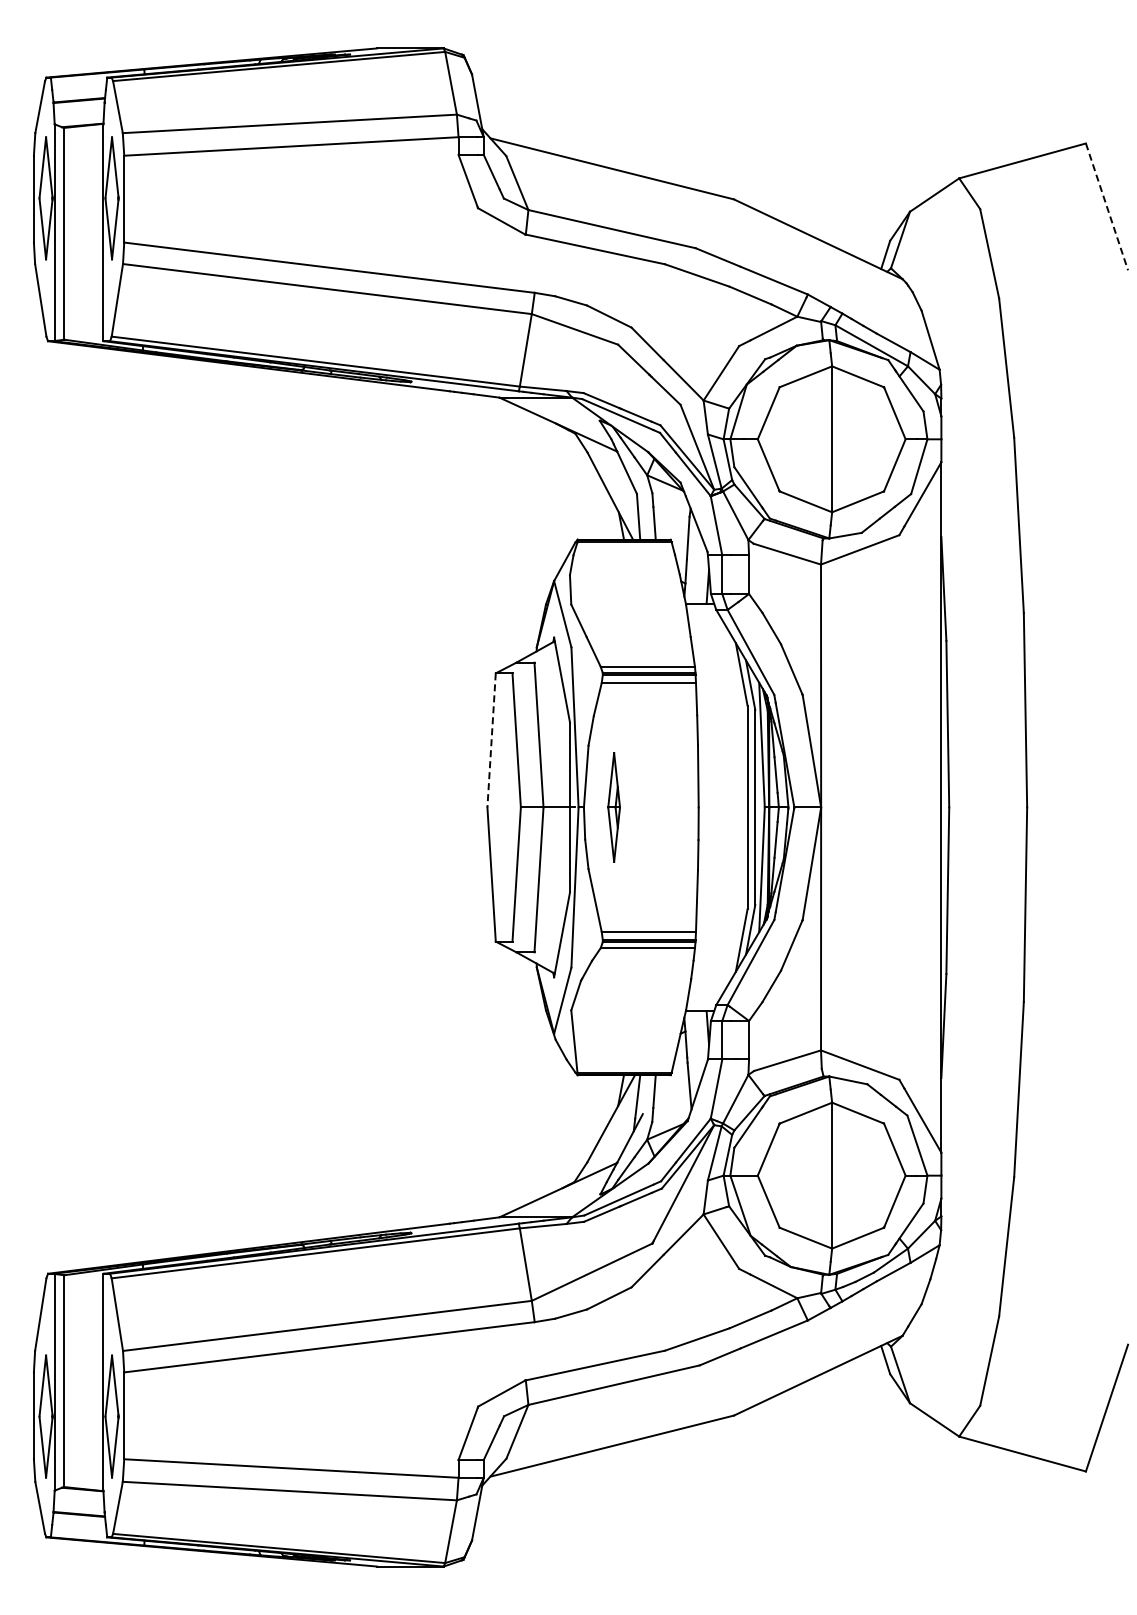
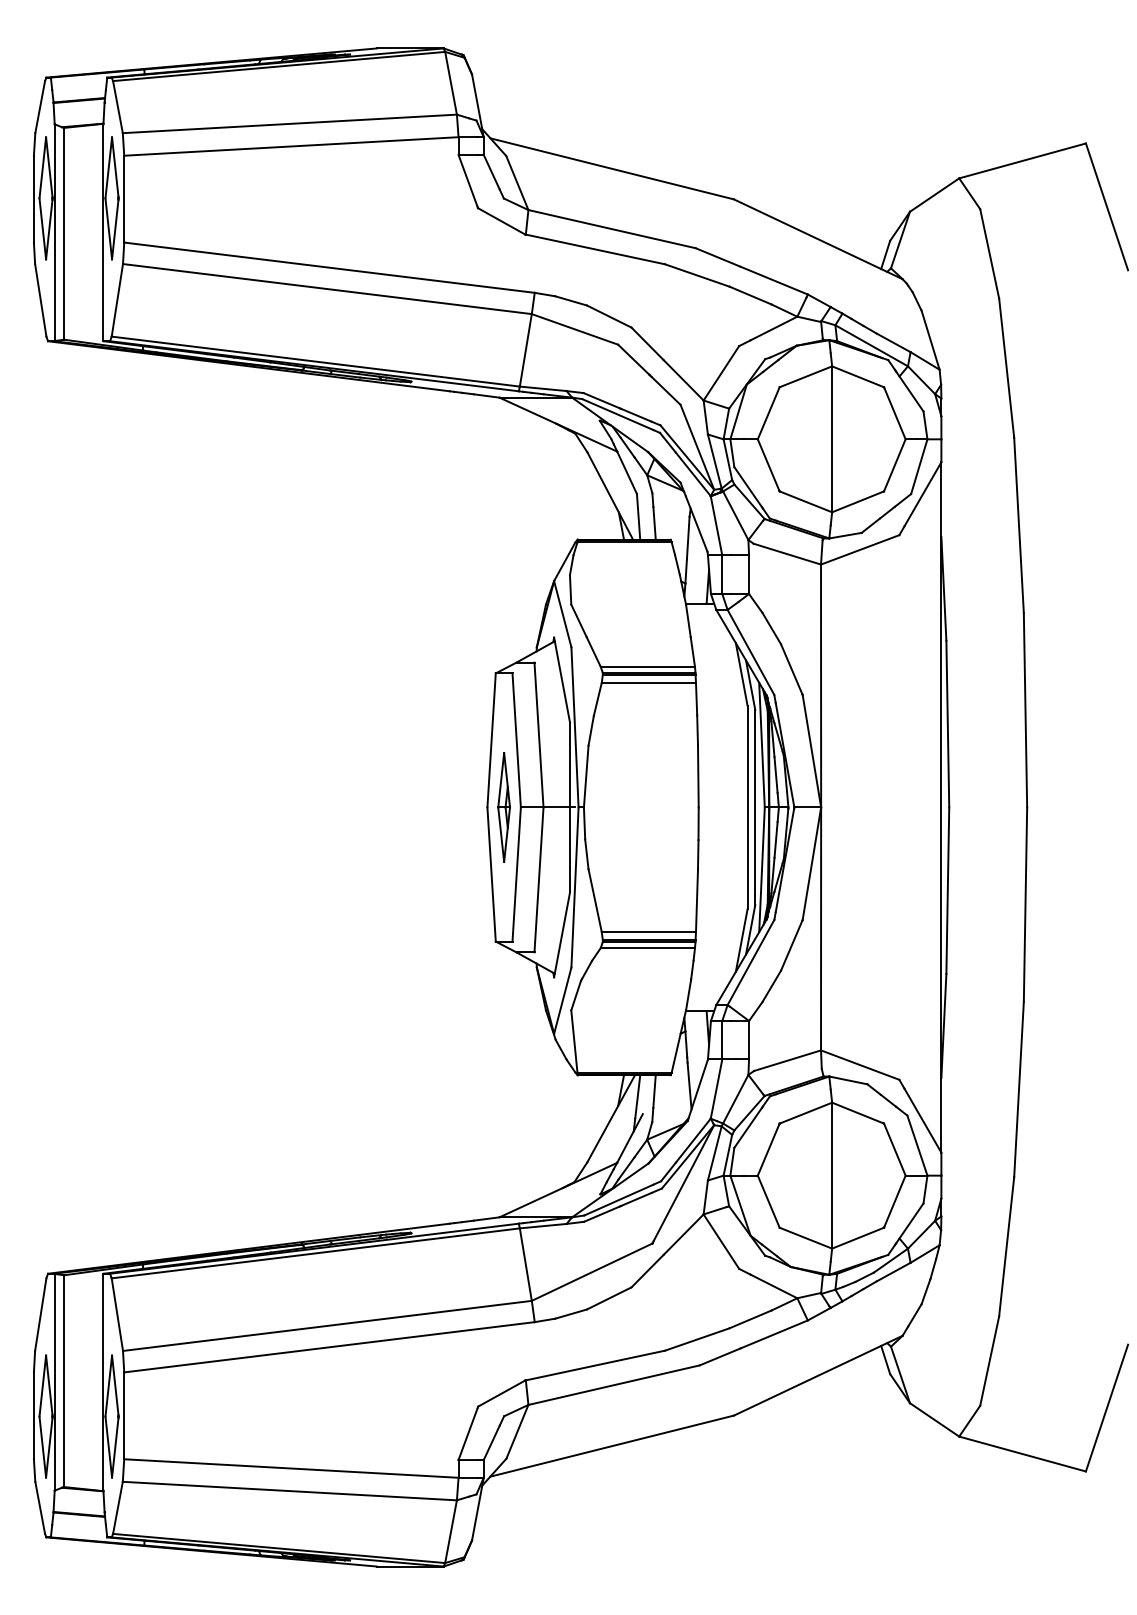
line at (1107, 206): dashed -> solid
line at (491, 740): dashed -> solid
part at (613, 807) position: (613, 807) -> (503, 807)
